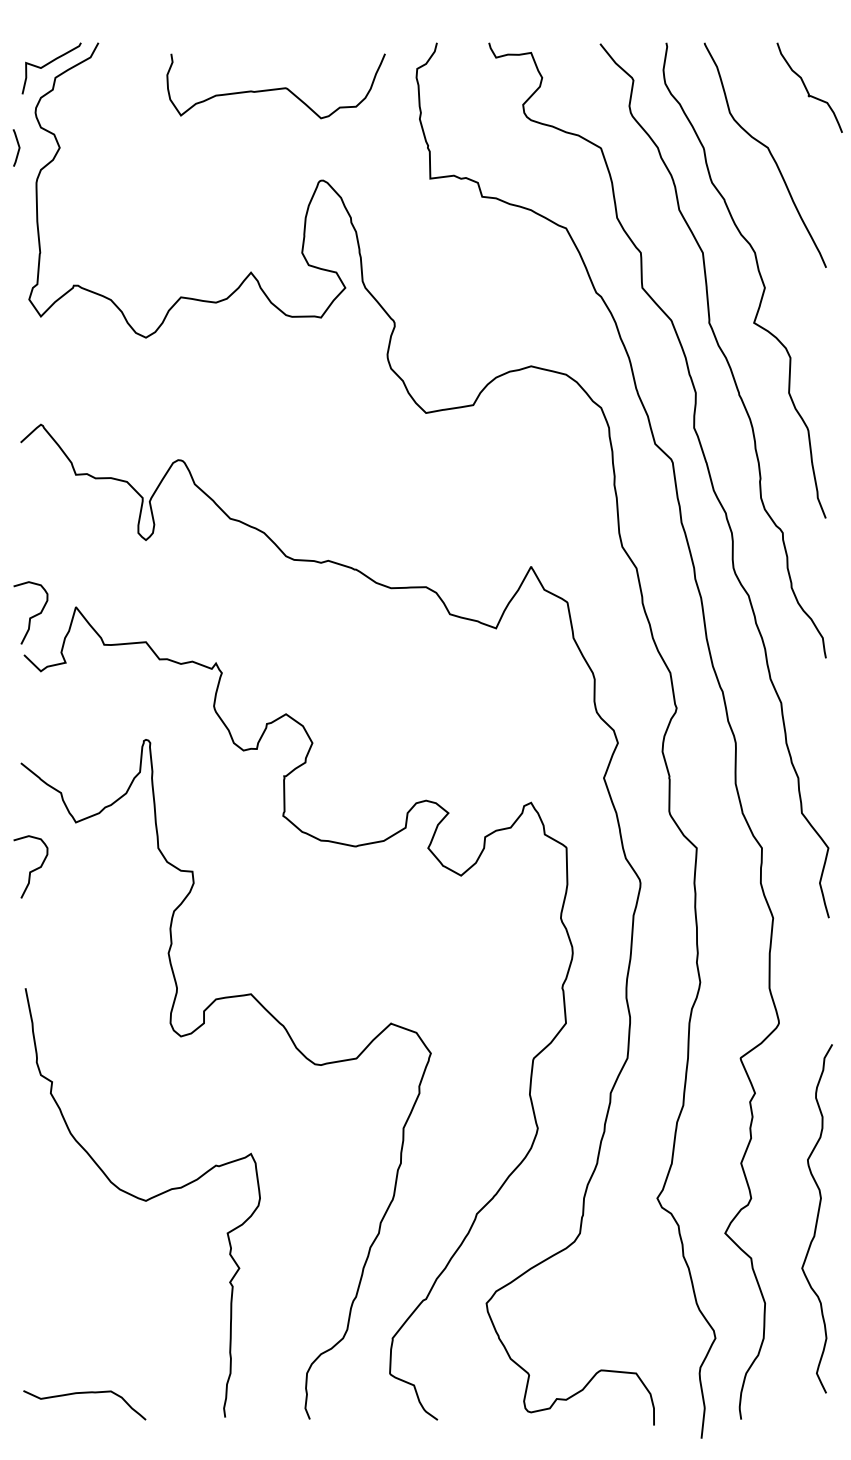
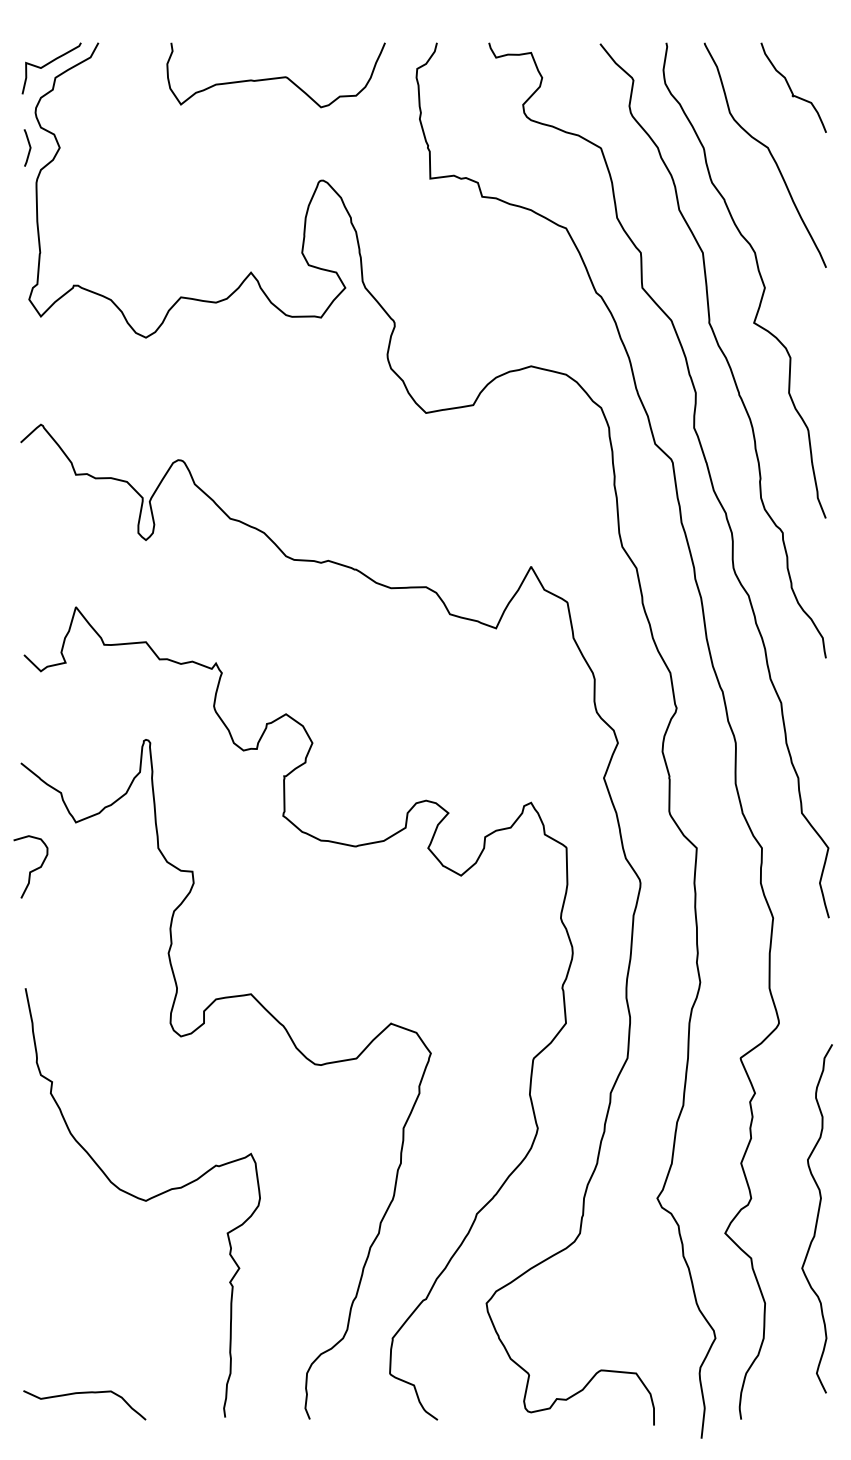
curve at (275, 88) position: (275, 88) -> (275, 77)
curve at (807, 88) position: (807, 88) -> (791, 88)
line at (18, 147) position: (18, 147) -> (29, 147)
curve at (31, 616): present -> none
